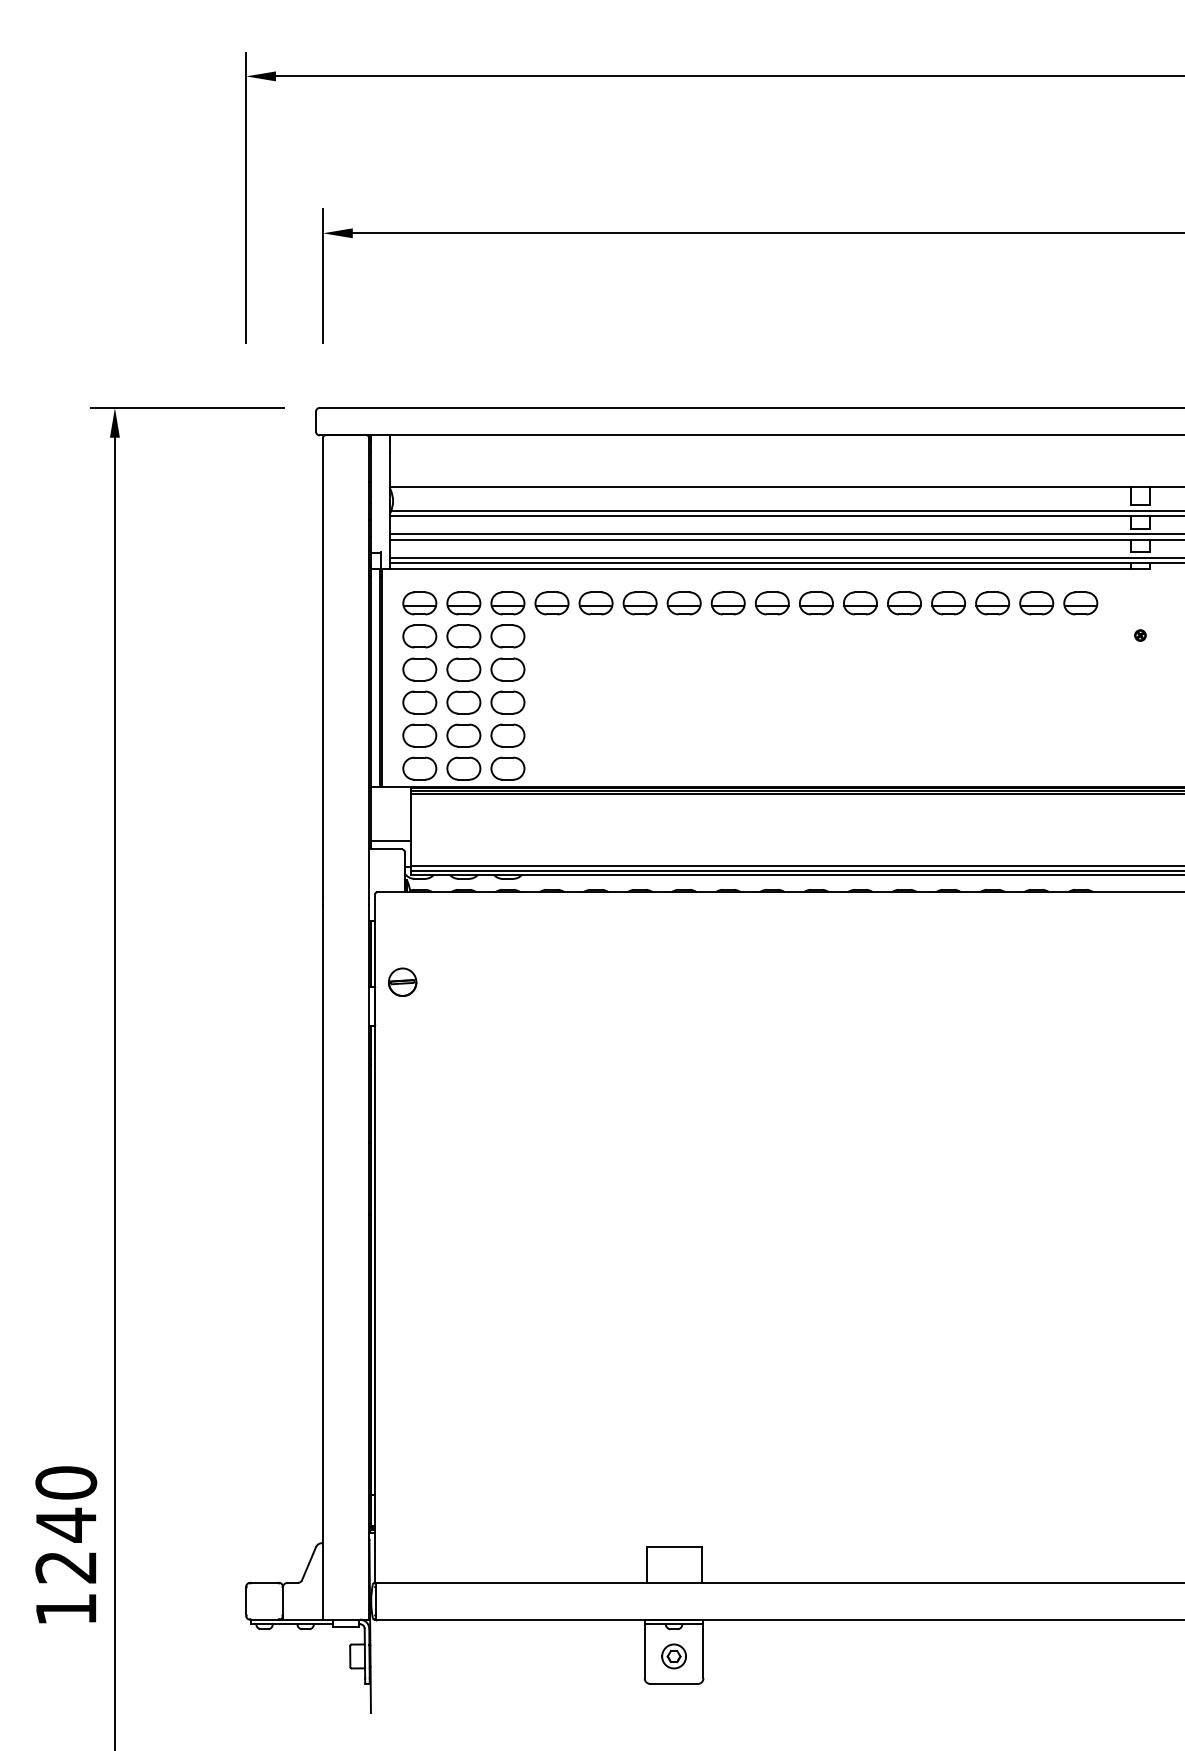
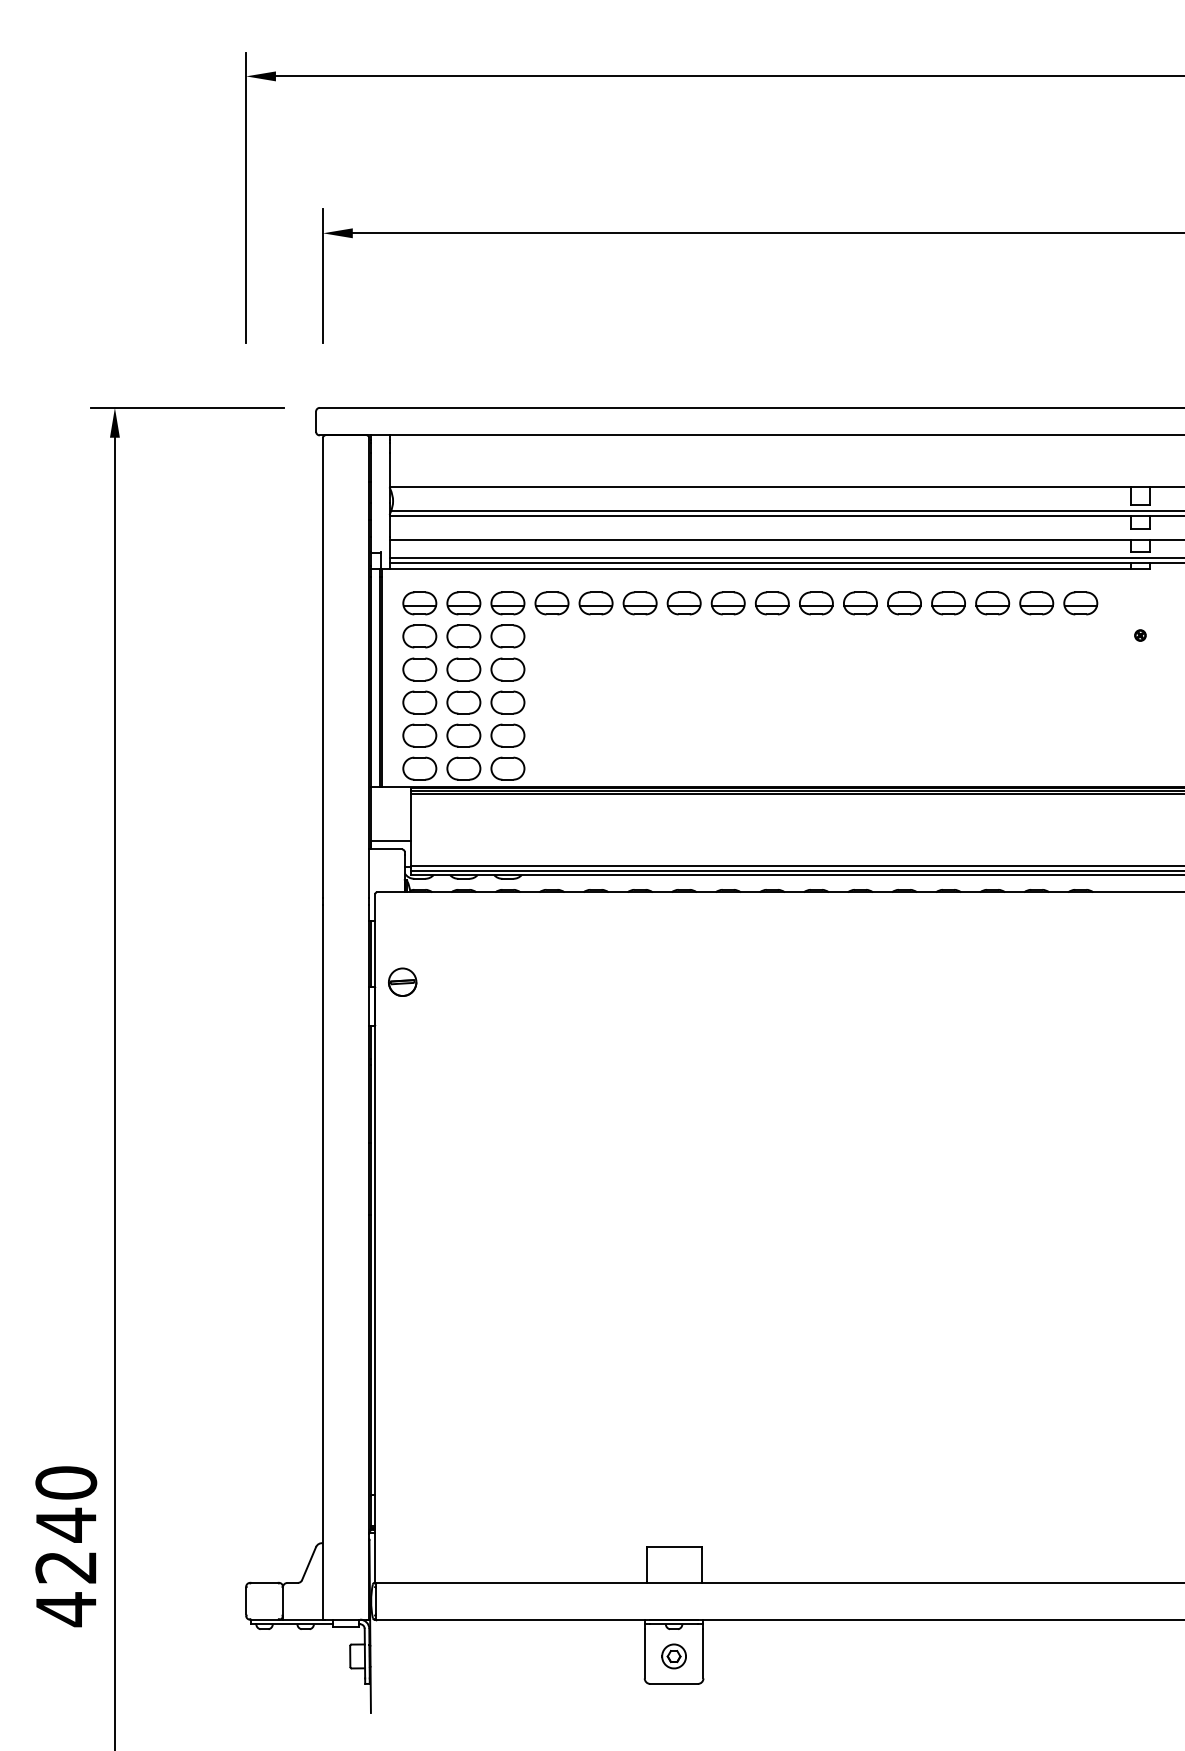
line at (785, 534): present -> none
text at (66, 1609): 1240 -> 4240
